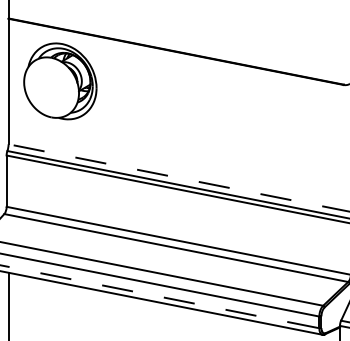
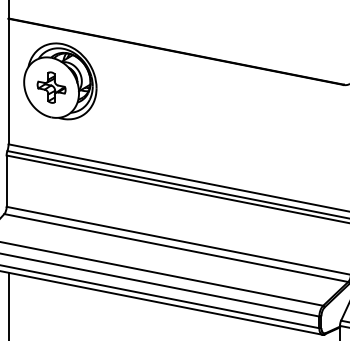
part at (51, 87): none -> present
line at (178, 177): dashed -> solid
line at (159, 296): dashed -> solid
